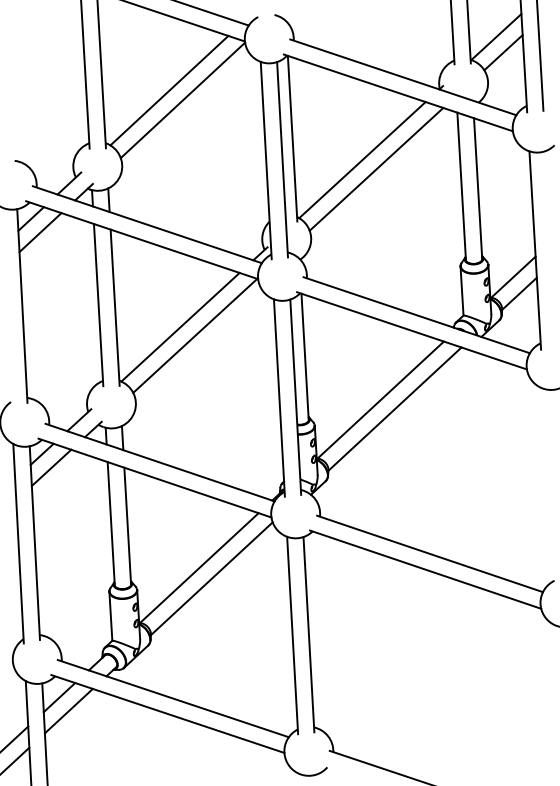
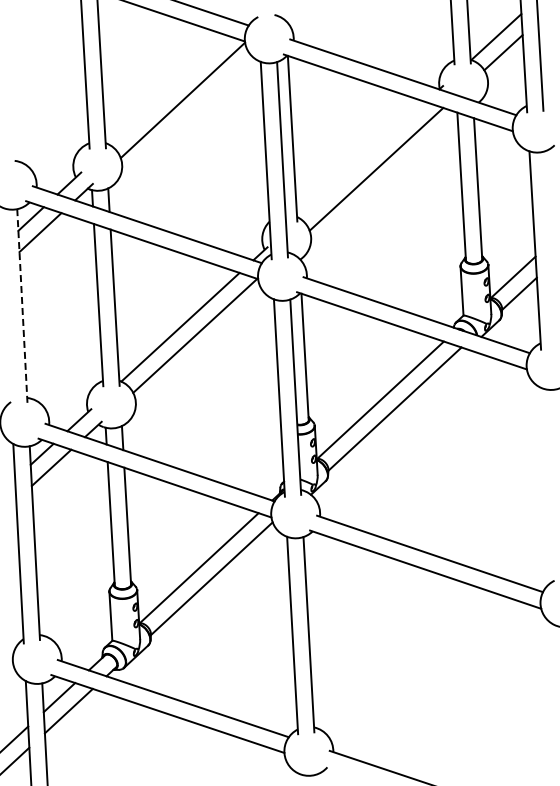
line at (169, 90): present -> none
line at (362, 160): present -> none
line at (22, 306): solid -> dashed
